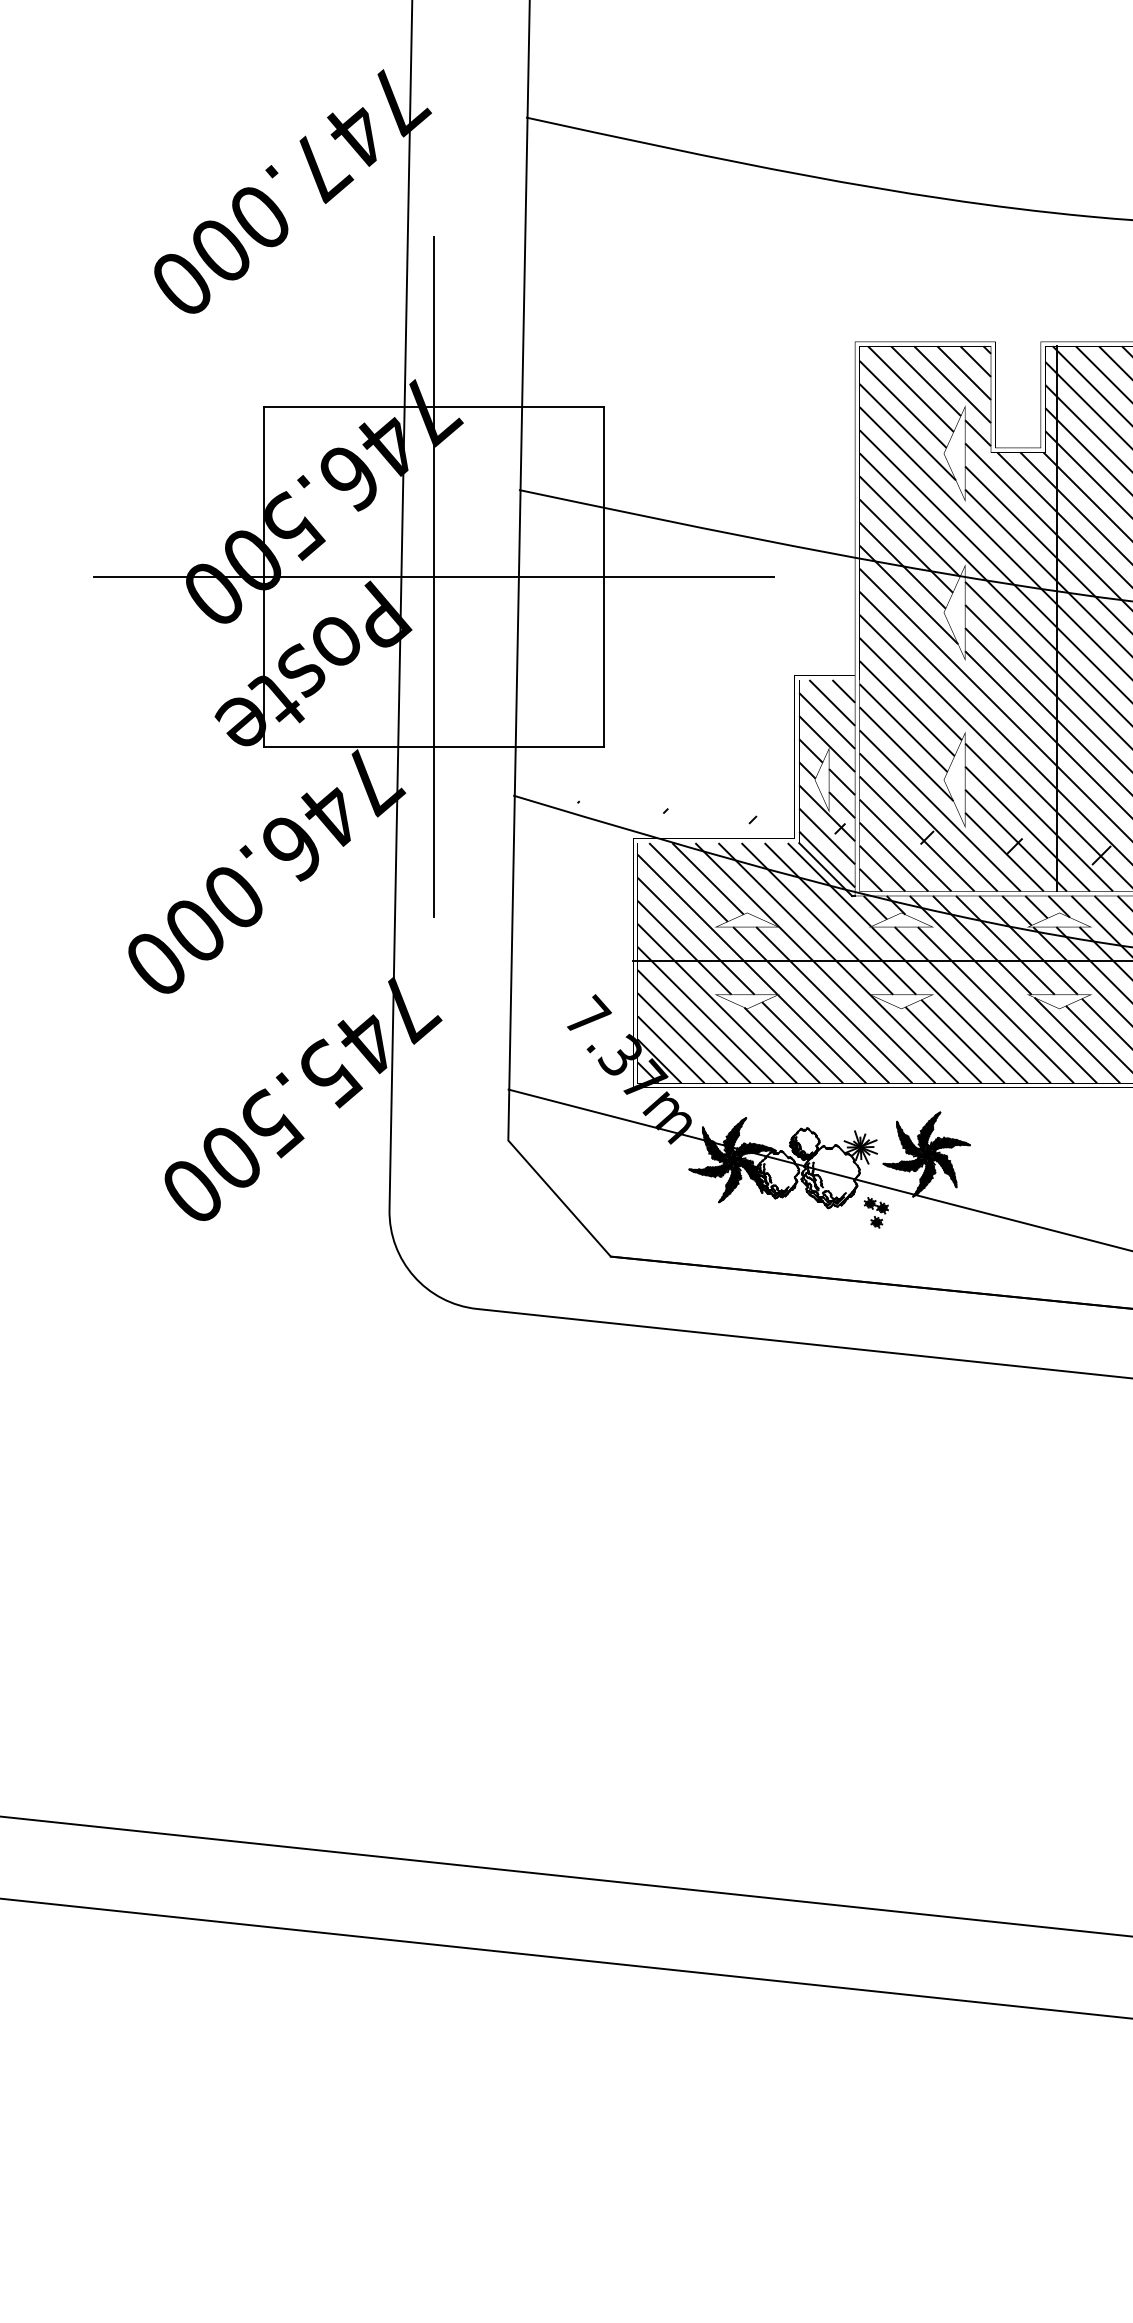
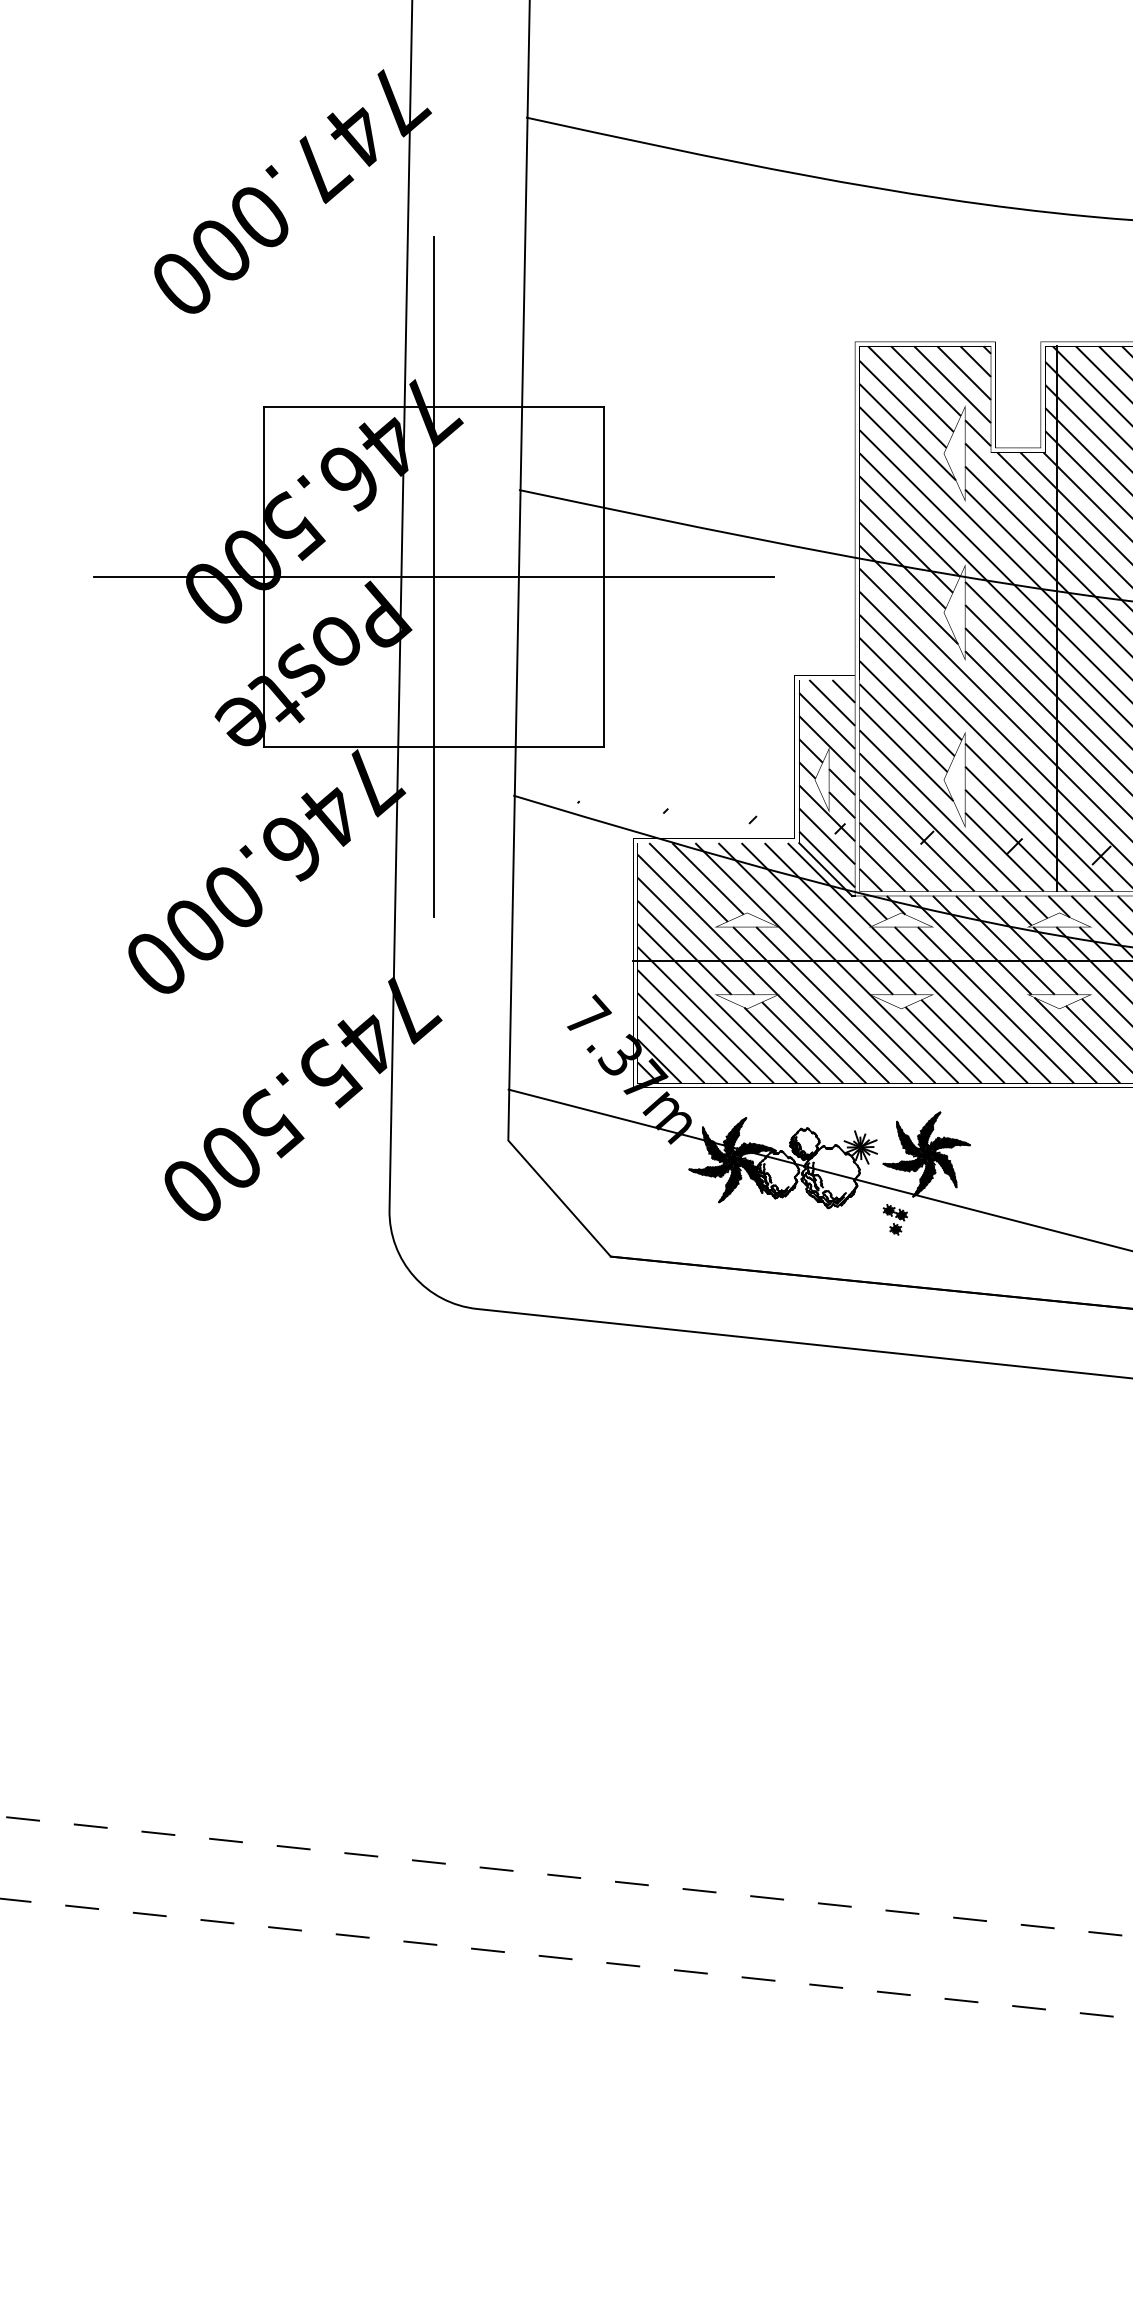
part at (875, 1212) position: (875, 1212) -> (894, 1219)
line at (566, 1876): solid -> dashed
line at (566, 1958): solid -> dashed
